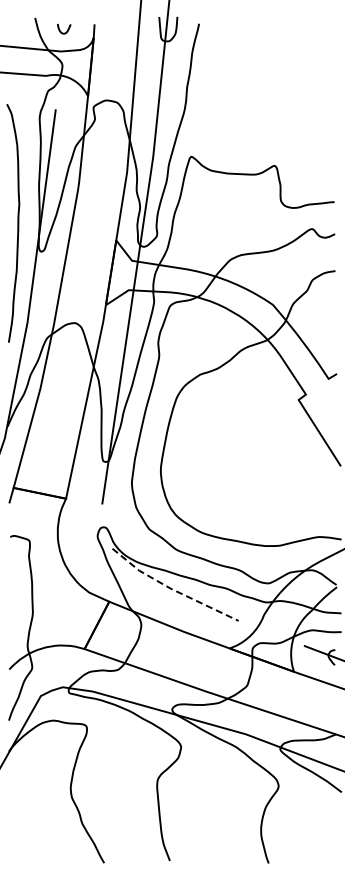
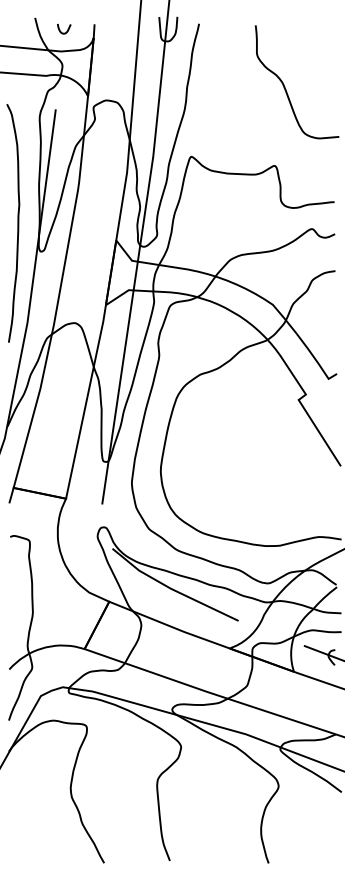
curve at (285, 86): none -> present
line at (172, 589): dashed -> solid
